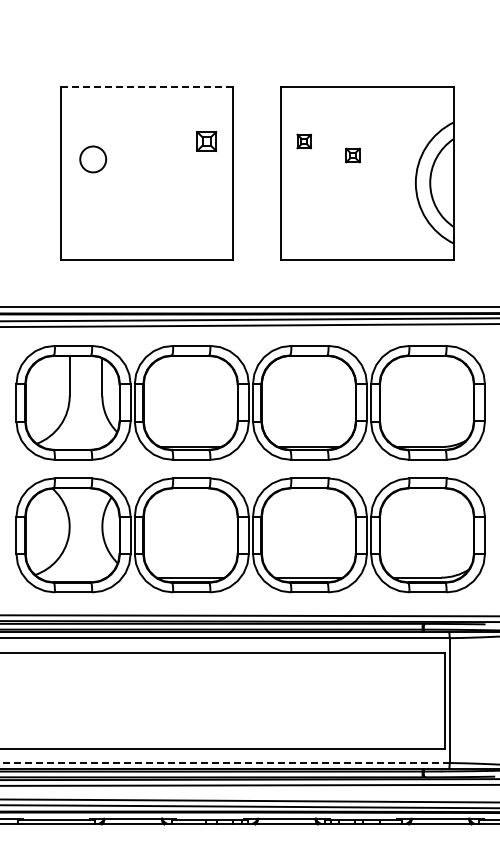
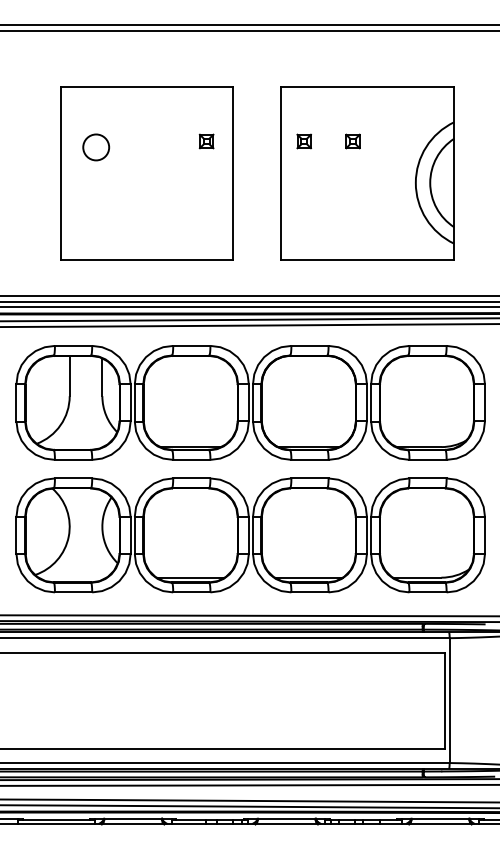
line at (249, 25): none -> present
line at (249, 31): none -> present
line at (146, 86): dashed -> solid
part at (206, 141) size: 22x21 px -> 17x17 px
part at (352, 155) position: (352, 155) -> (352, 141)
circle at (93, 159) position: (93, 159) -> (96, 147)
line at (249, 296): none -> present
line at (249, 302): none -> present
line at (224, 763): dashed -> solid
